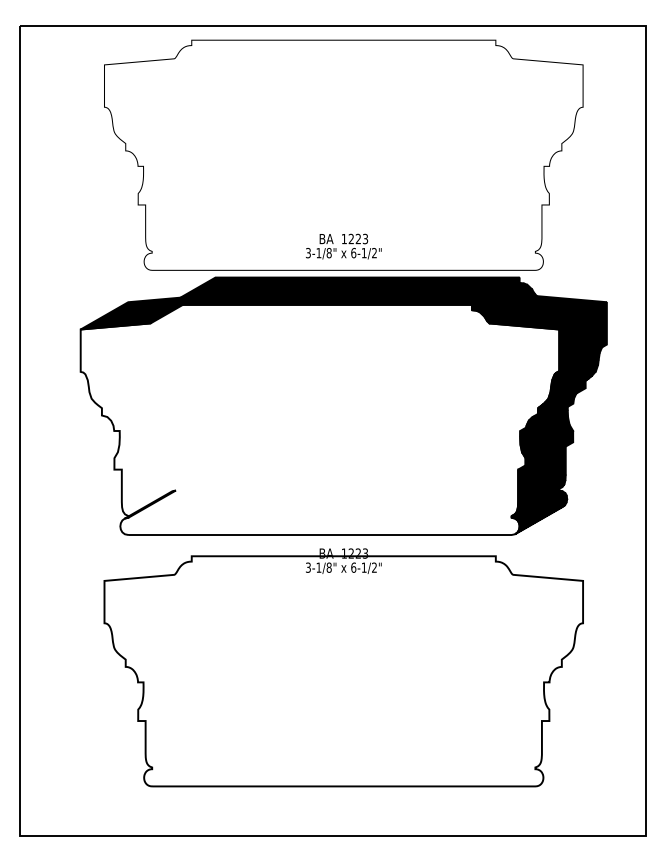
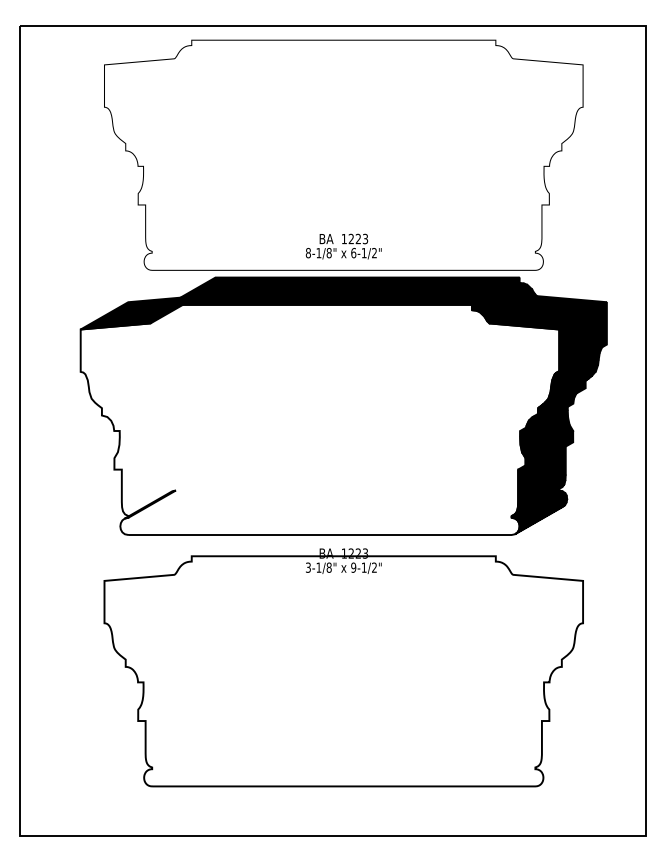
text at (307, 253): 3-1/8" -> 8-1/8"
text at (353, 567): 6-1/2" -> 9-1/2"
